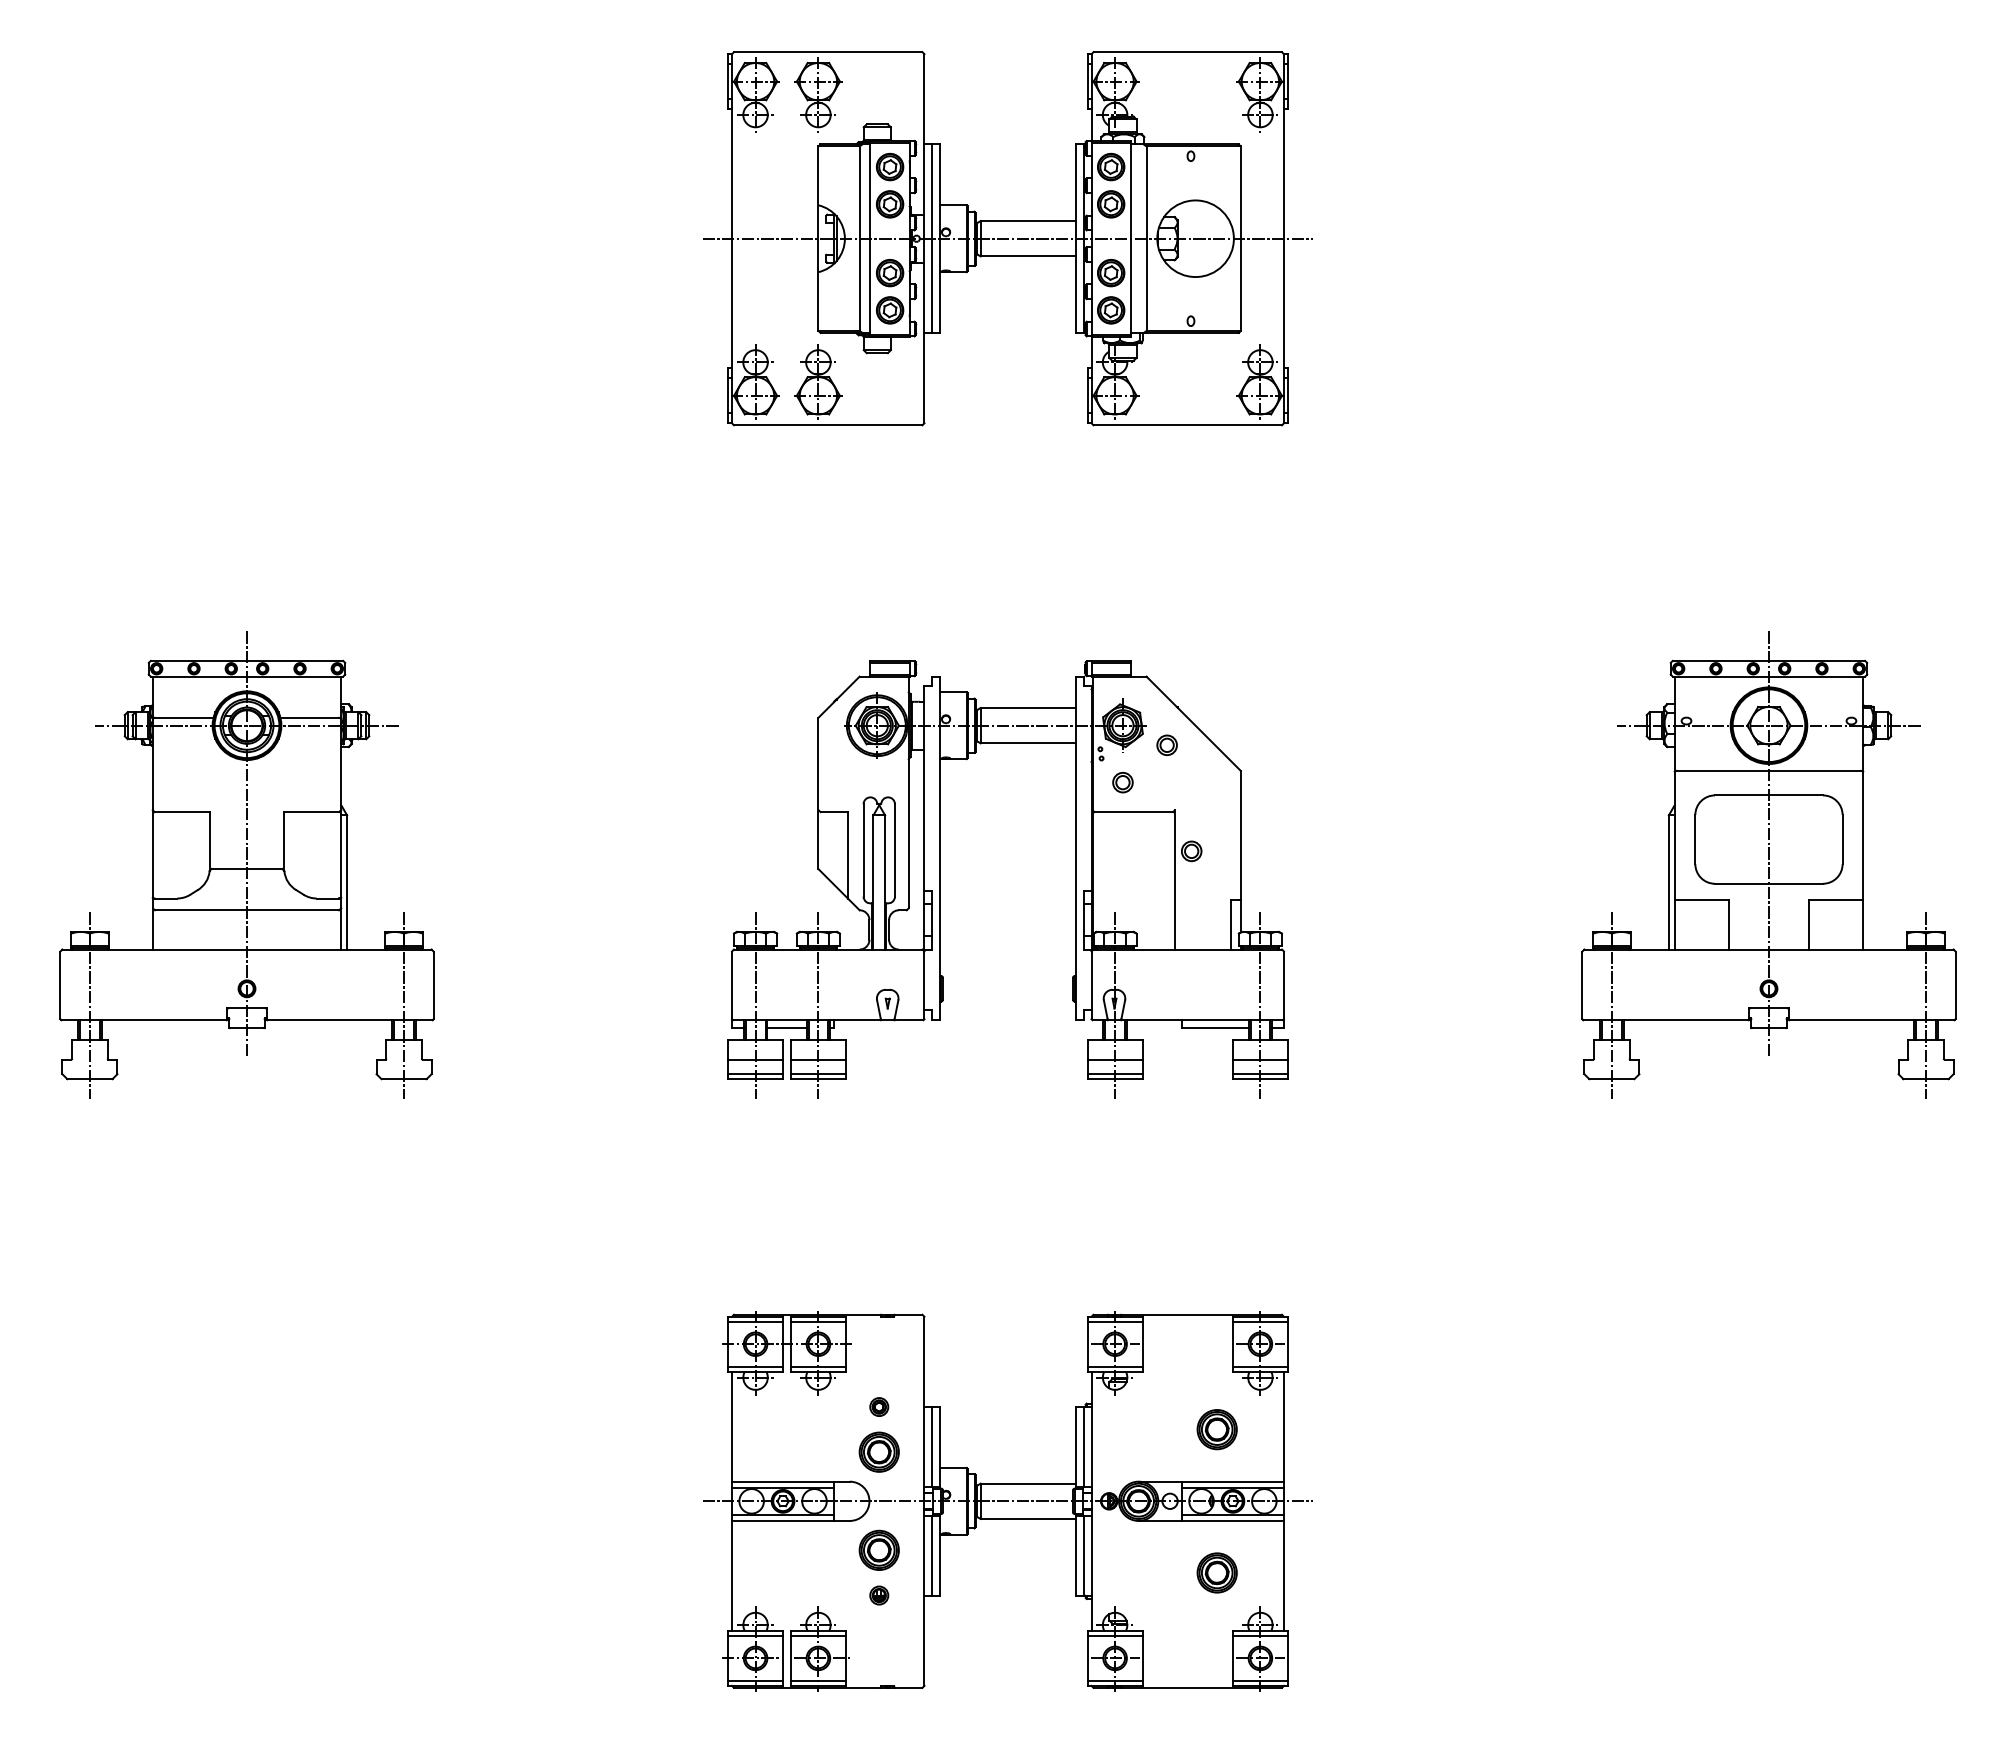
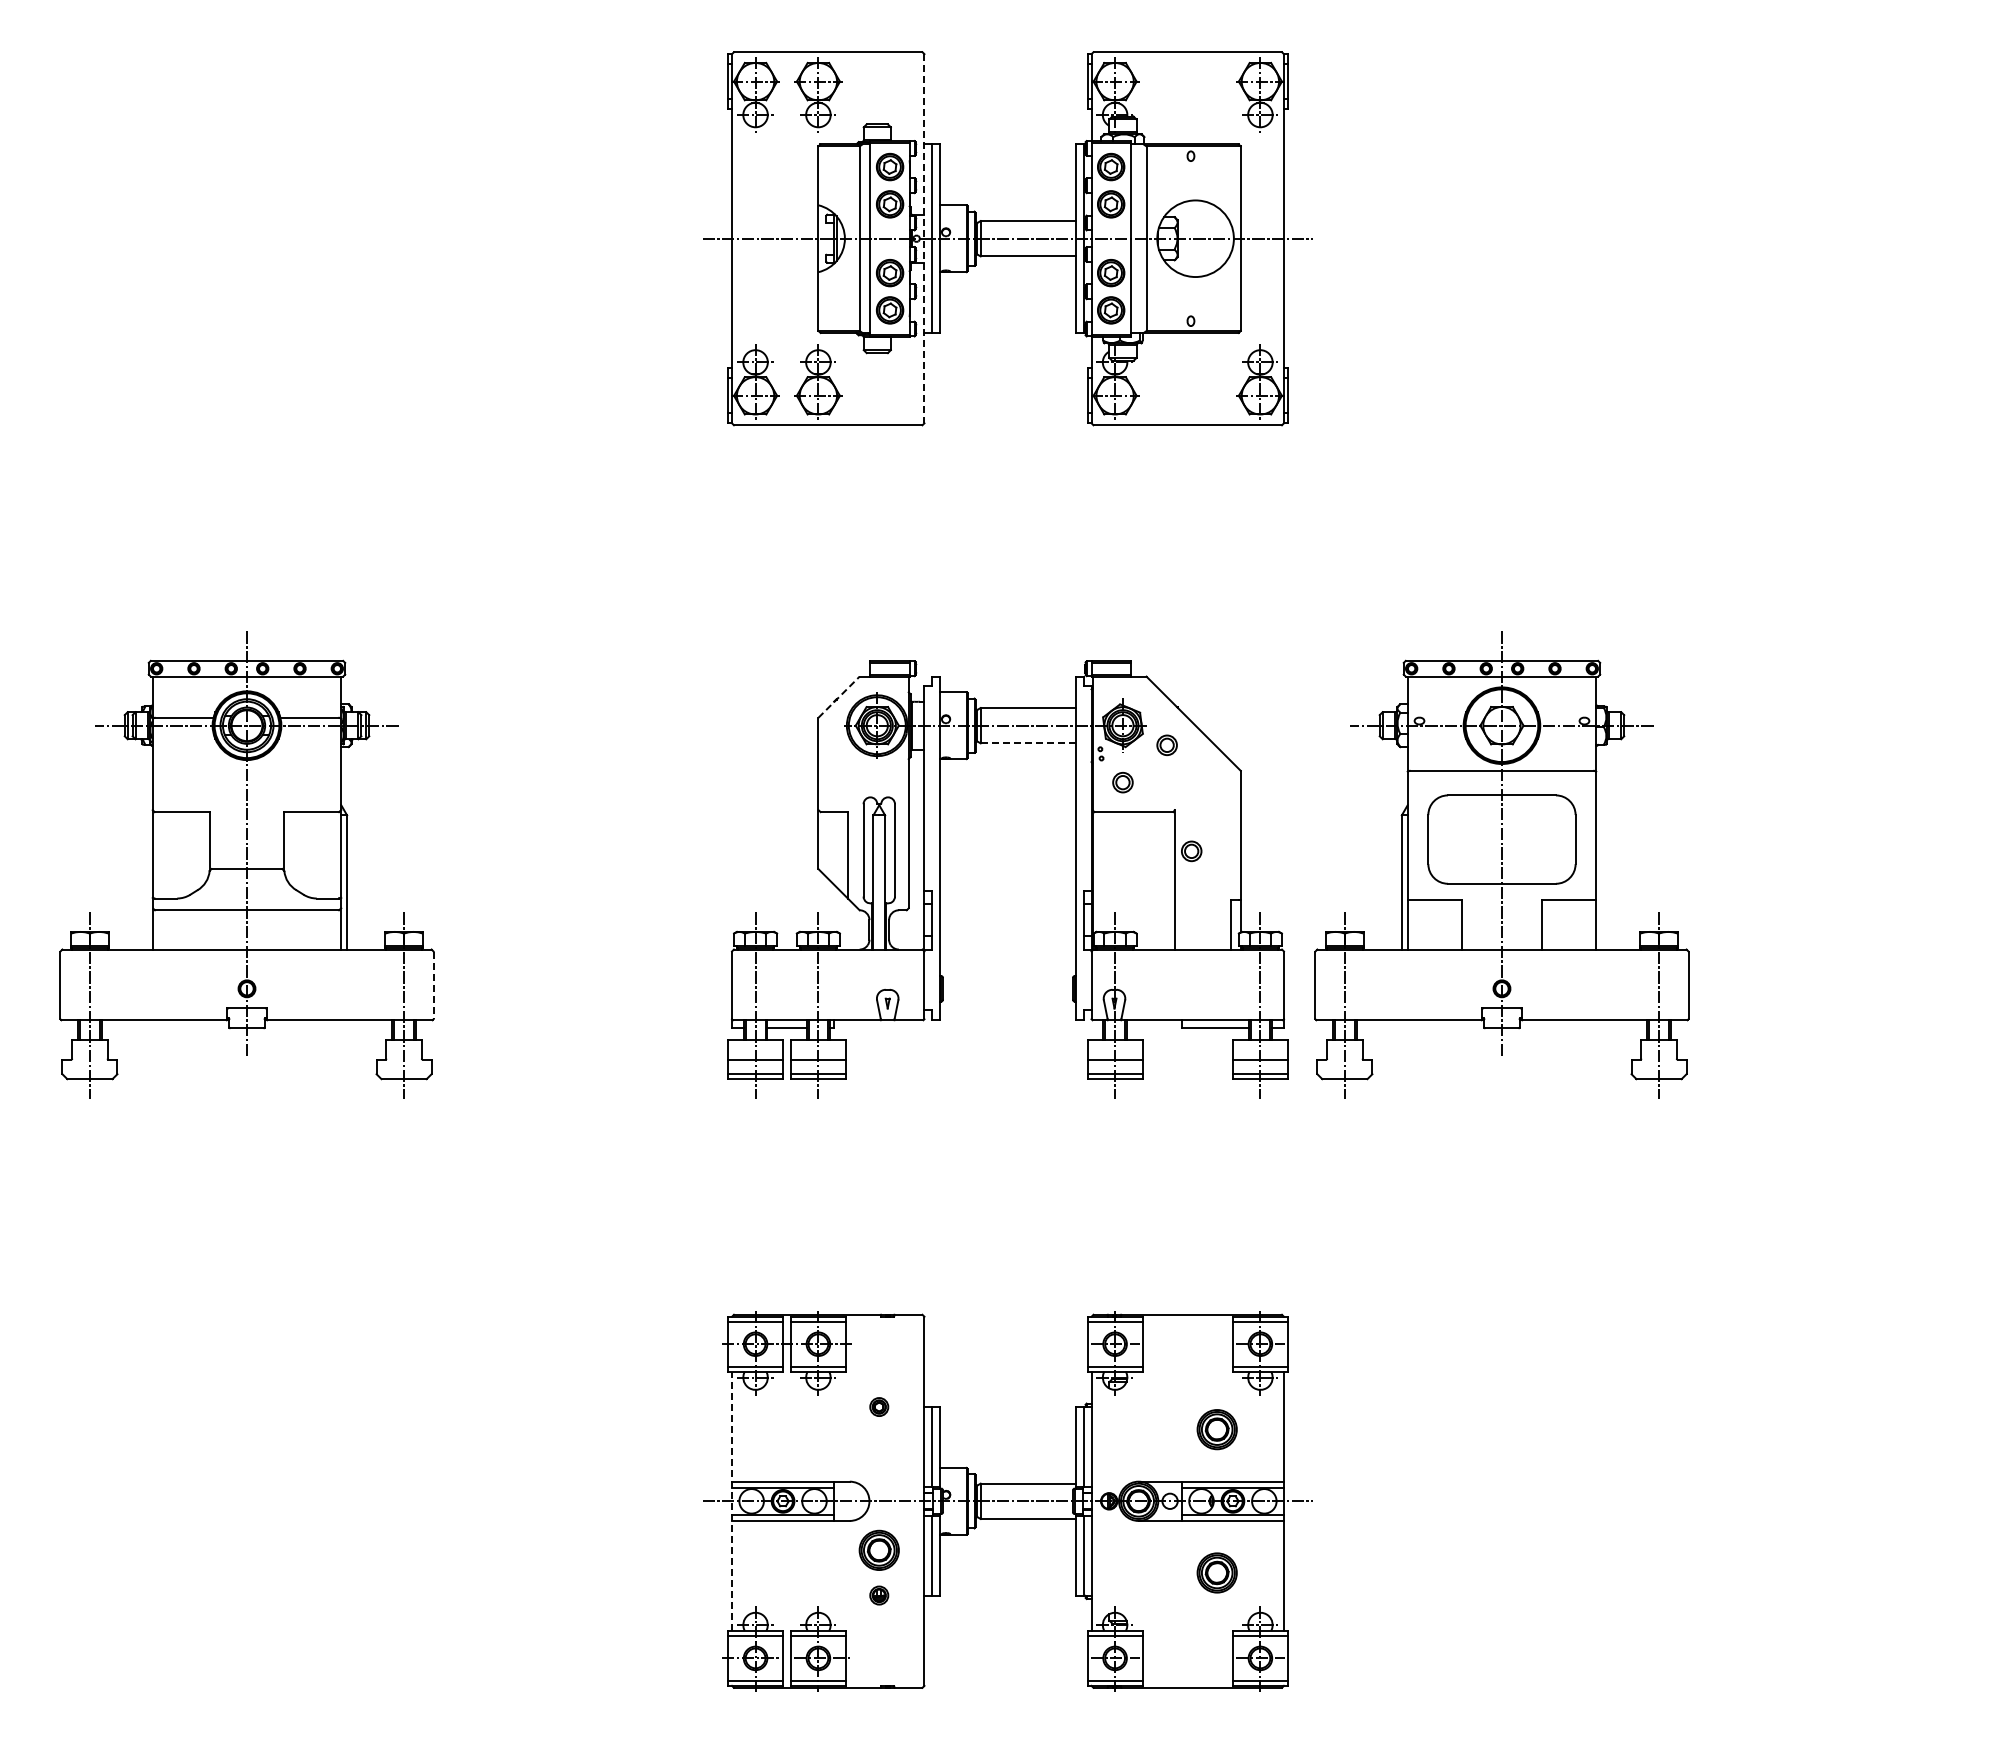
line at (924, 238): solid -> dashed
line at (839, 696): solid -> dashed
line at (1028, 743): solid -> dashed
part at (1768, 864) position: (1768, 864) -> (1501, 864)
line at (433, 985): solid -> dashed
part at (878, 1451): present -> none
line at (732, 1501): solid -> dashed
